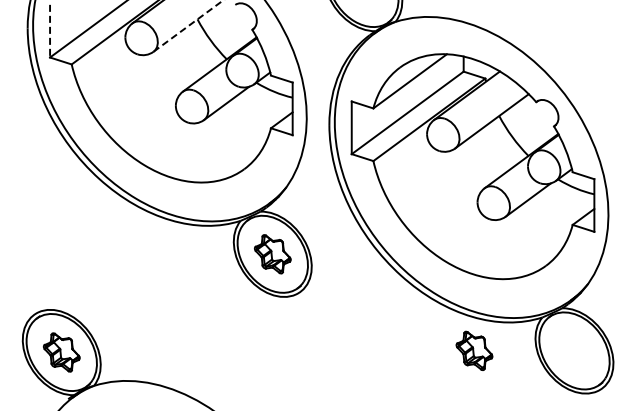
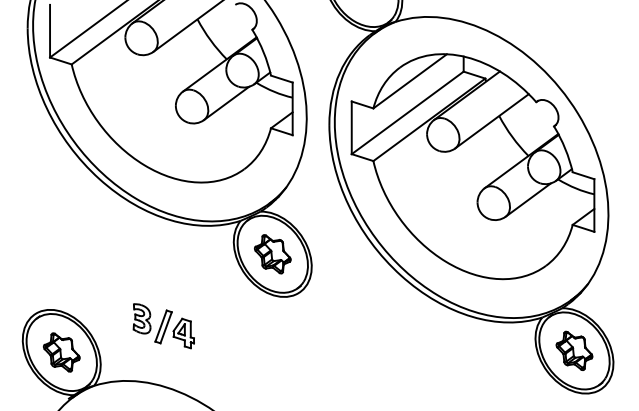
line at (188, 25): dashed -> solid
line at (50, 31): dashed -> solid
part at (163, 326): none -> present
part at (474, 350) position: (474, 350) -> (574, 350)
